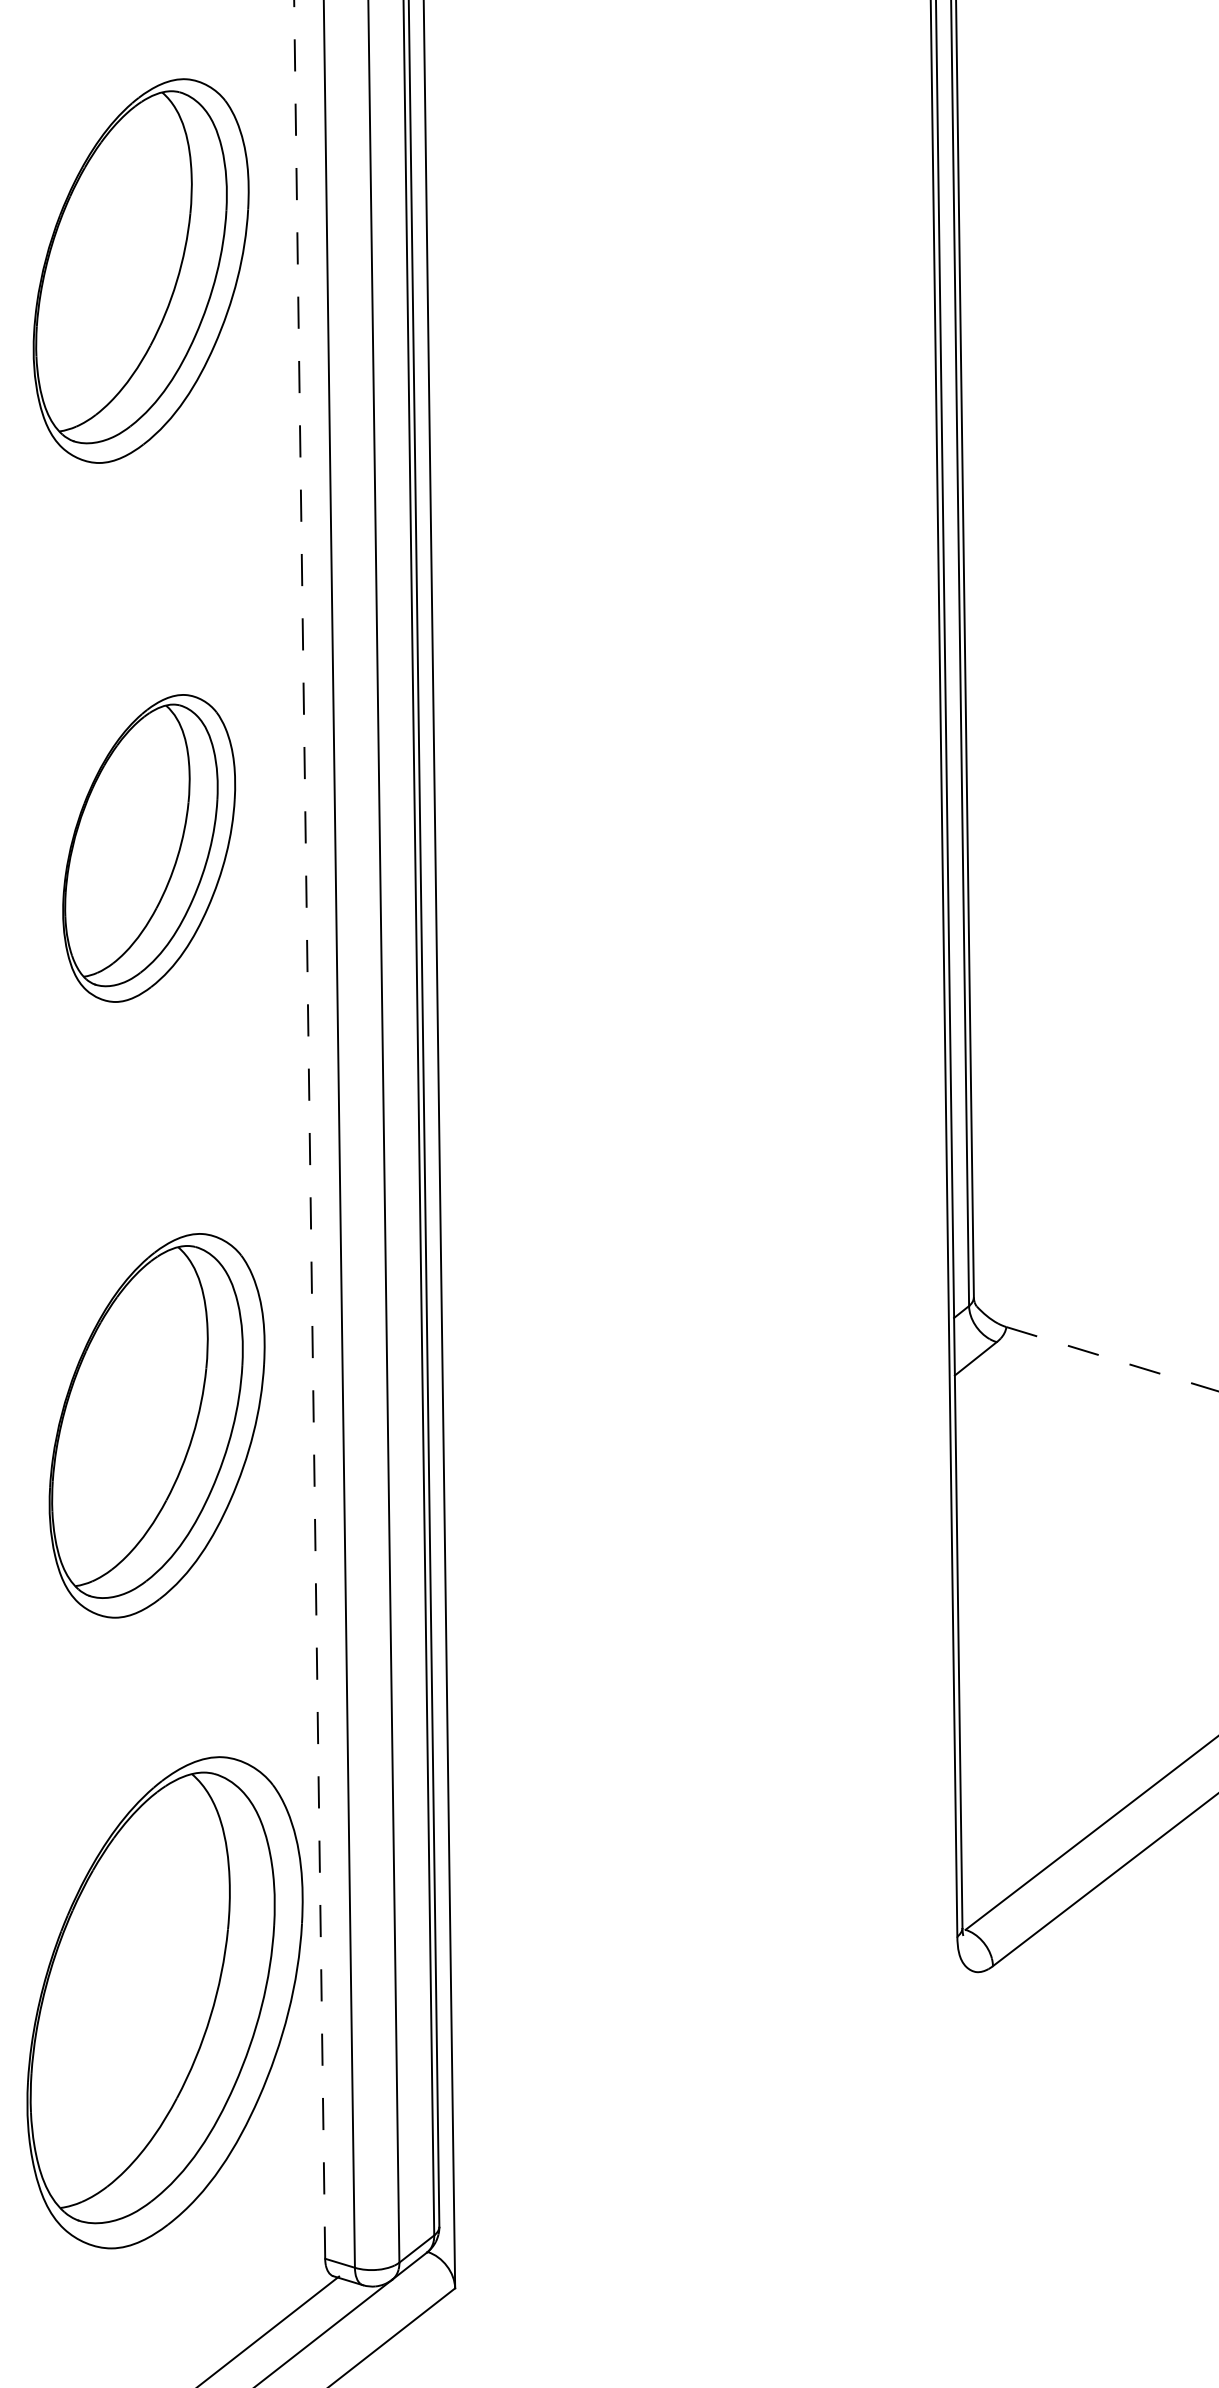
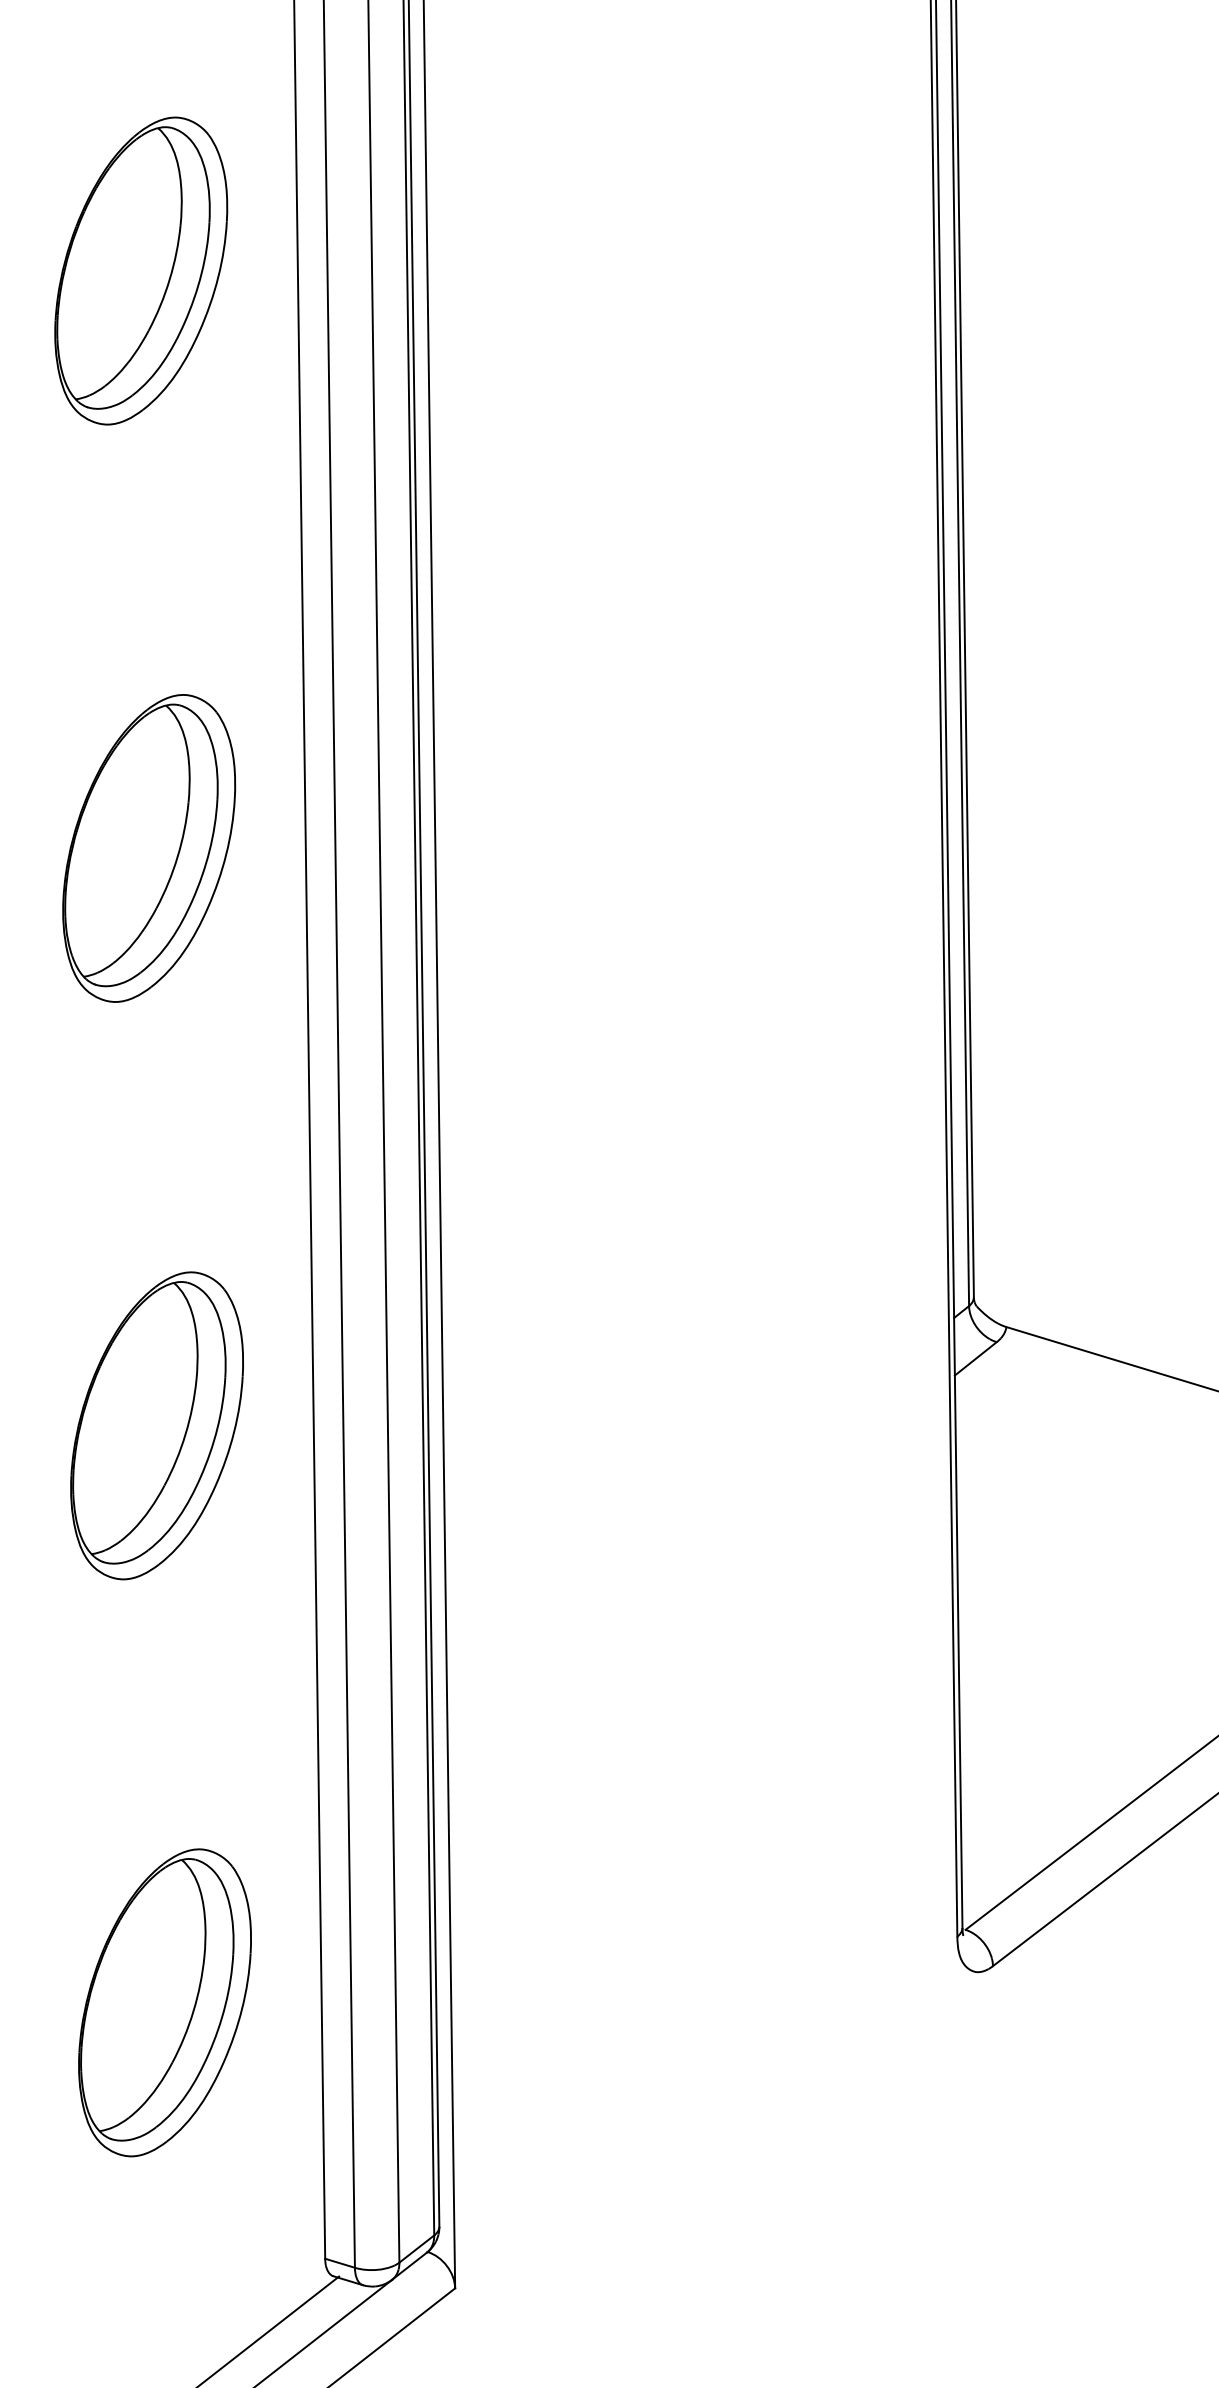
part at (140, 270) size: 218x386 px -> 175x310 px
line at (309, 1129): dashed -> solid
line at (1112, 1359): dashed -> solid
part at (156, 1425) size: 218x386 px -> 174x310 px
part at (164, 2002) size: 278x494 px -> 174x310 px
